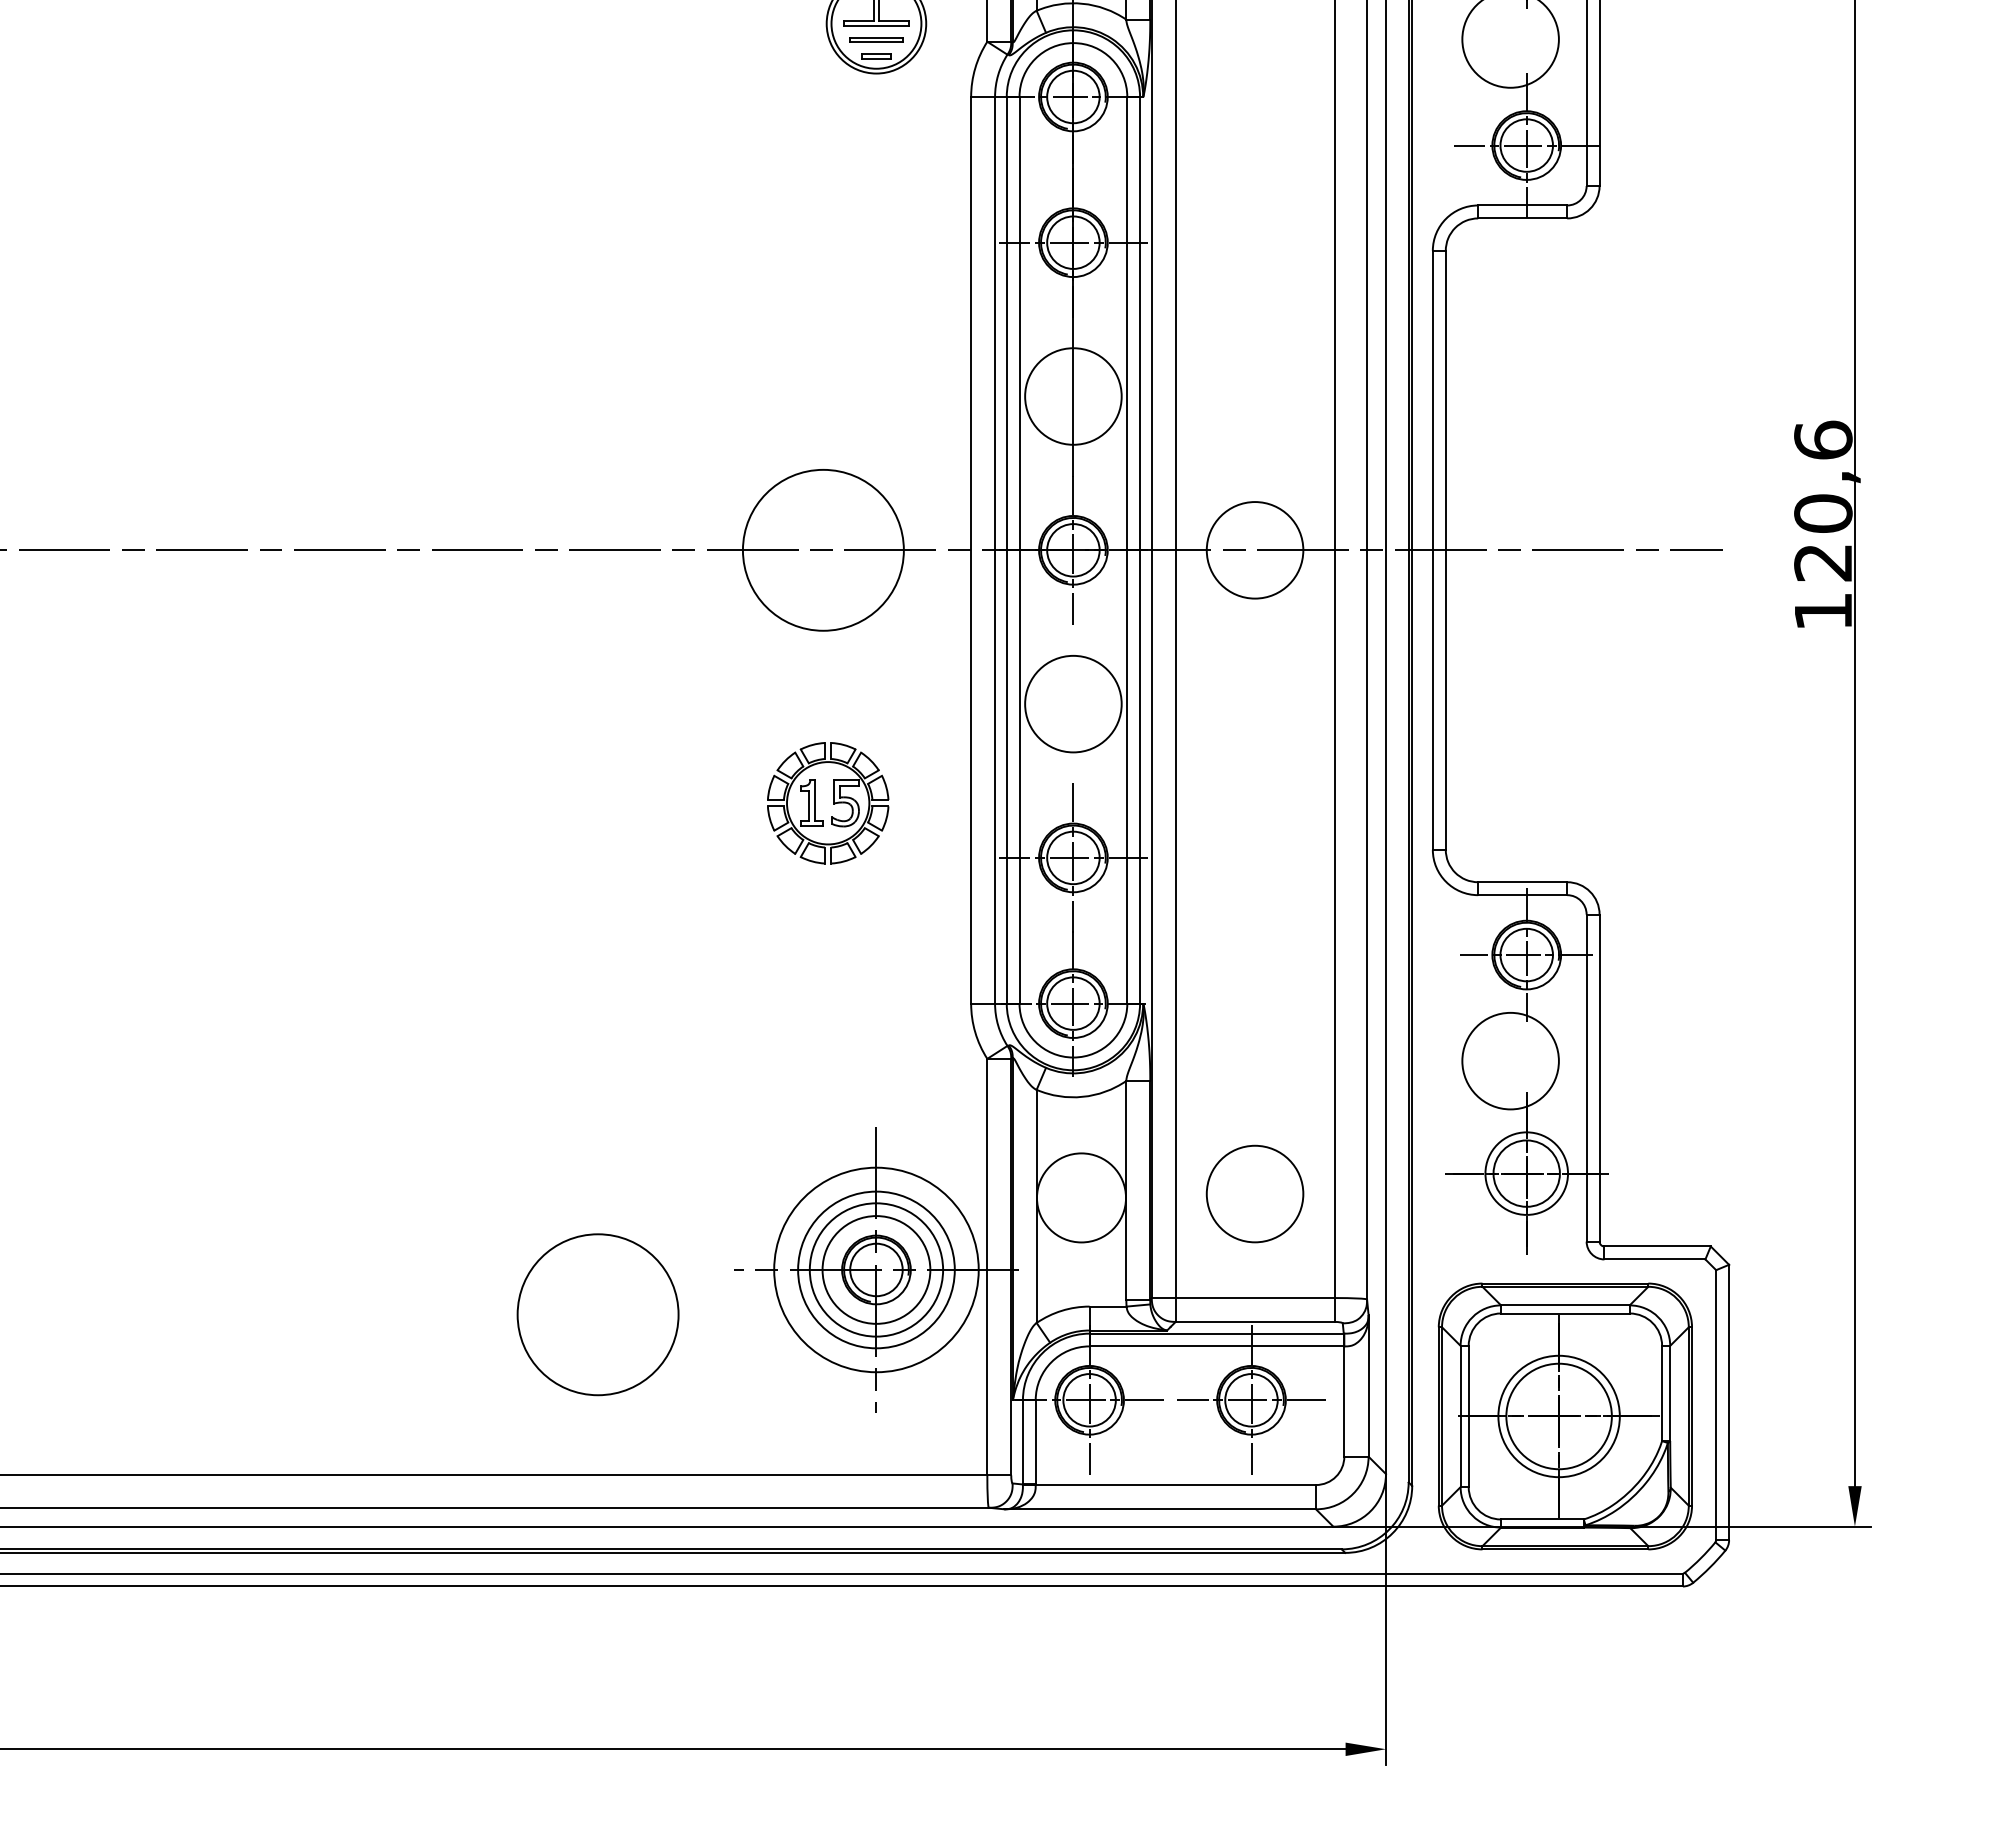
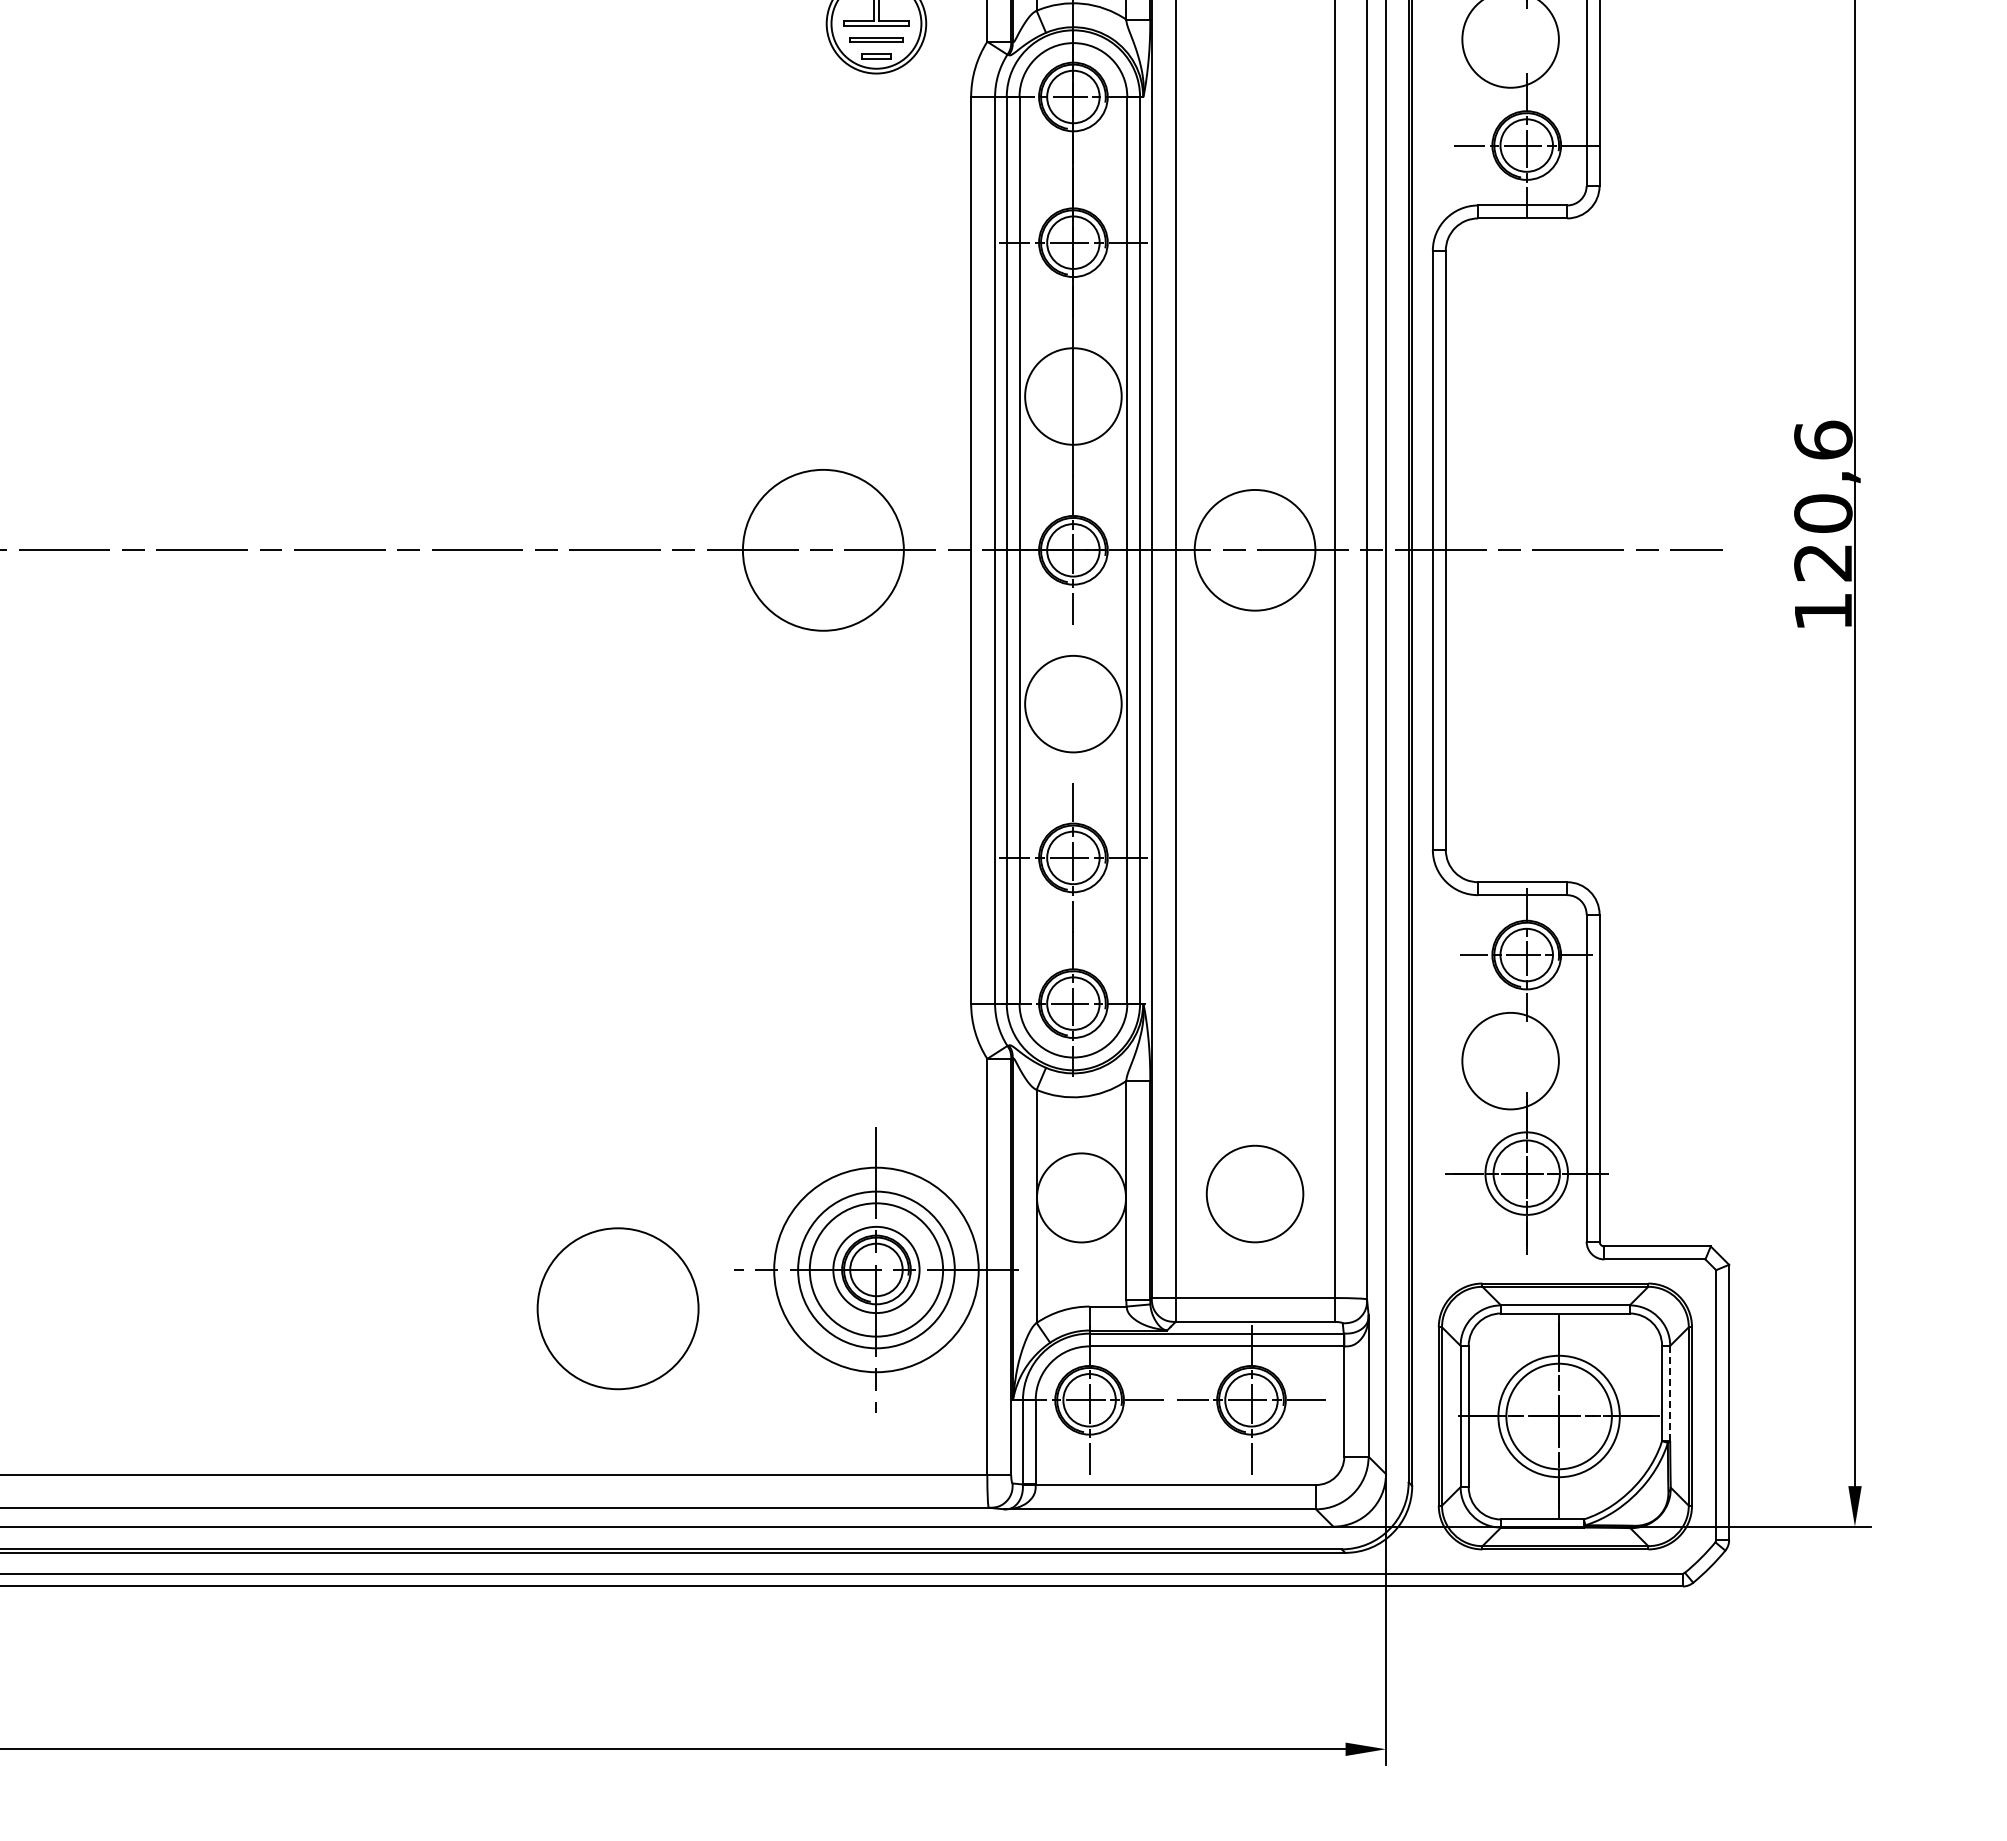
circle at (1254, 550) diameter: 97 px -> 121 px
part at (828, 803): present -> none
circle at (876, 1269) diameter: 108 px -> 86 px
circle at (597, 1314) position: (597, 1314) -> (617, 1308)
line at (1670, 1393): solid -> dashed
